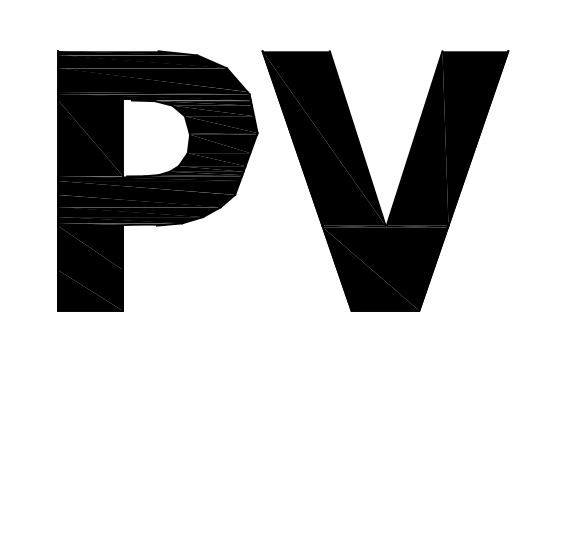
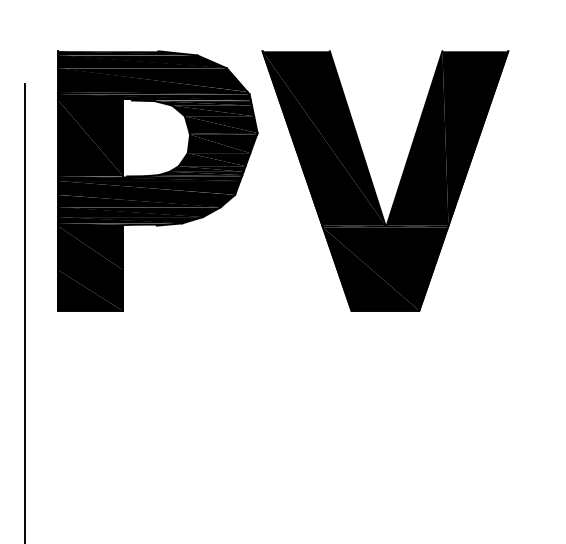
line at (25, 311): none -> present
